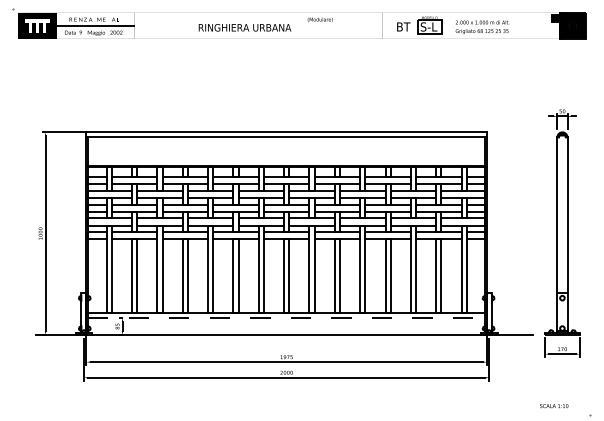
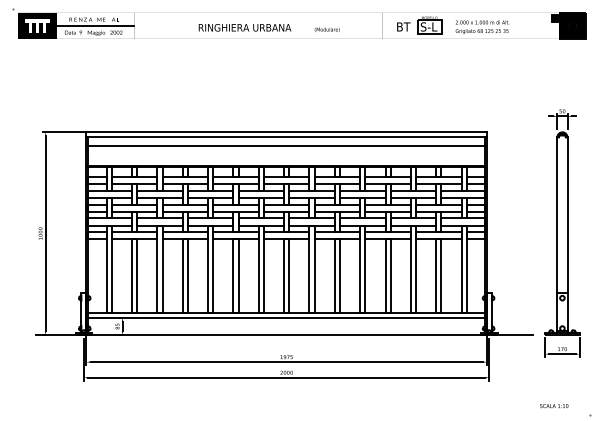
text at (319, 19) position: (319, 19) -> (326, 29)
line at (286, 146): none -> present
line at (286, 317): dashed -> solid
